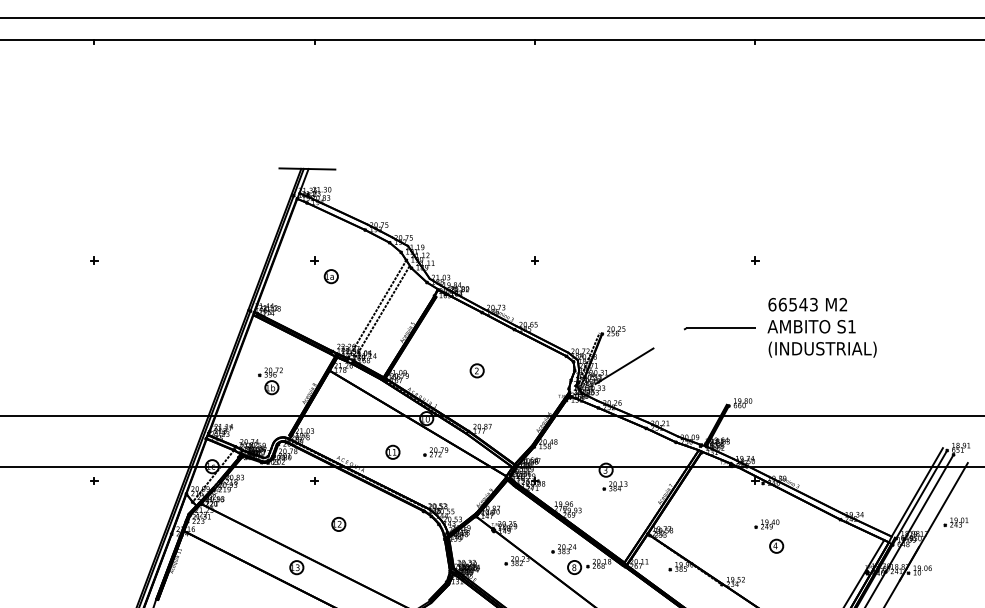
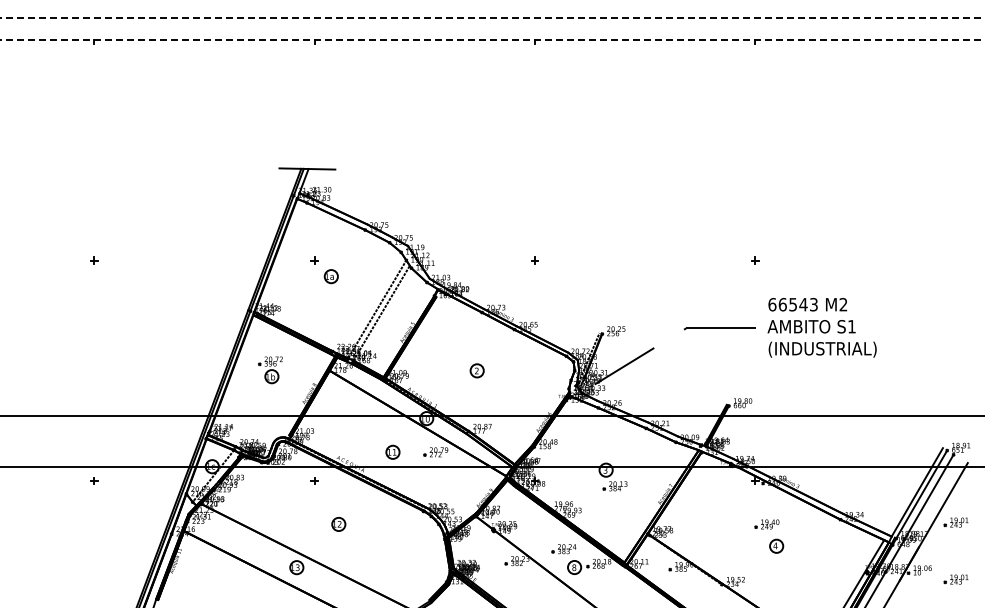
line at (492, 18): solid -> dashed
line at (492, 40): solid -> dashed
part at (270, 381) position: (270, 381) -> (270, 370)
part at (955, 579): none -> present
